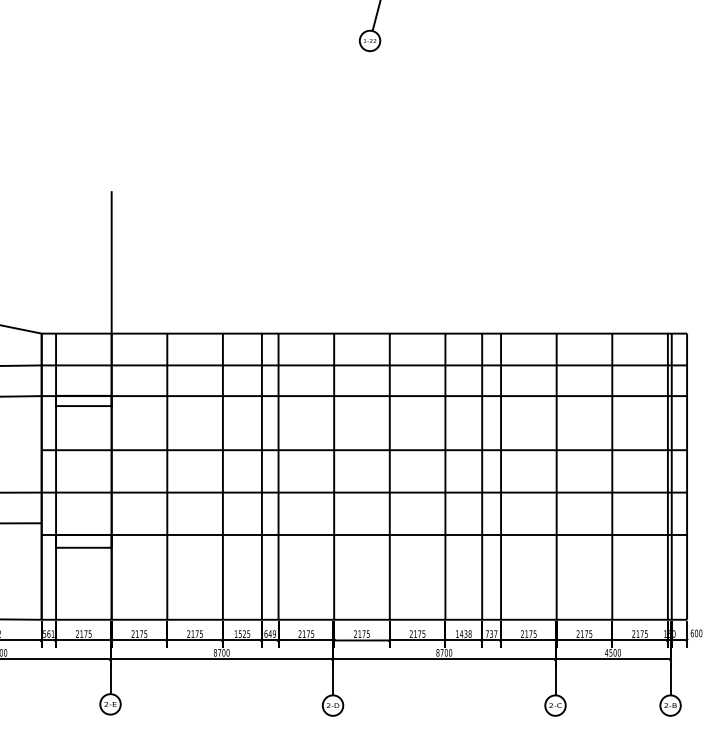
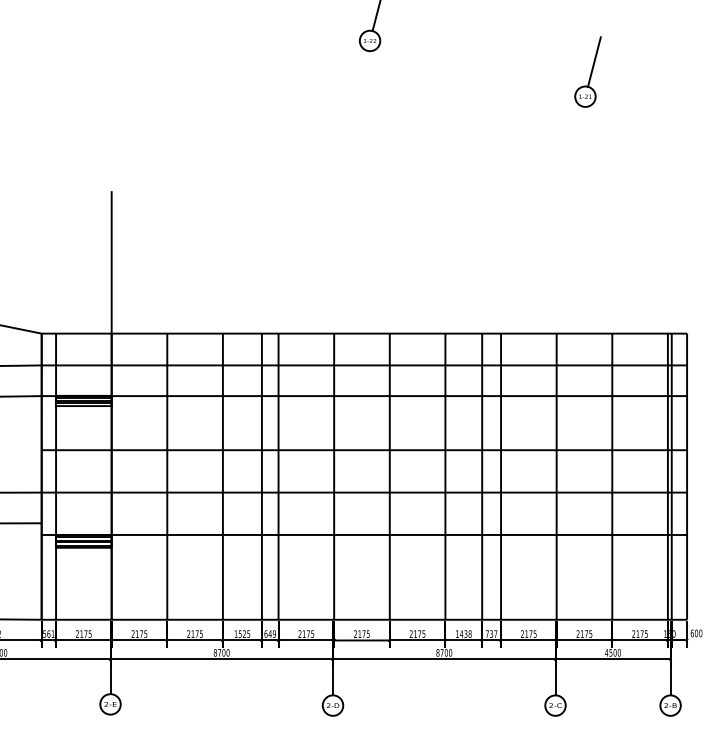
part at (587, 71): none -> present
hatch at (83, 399): none -> present
hatch at (83, 540): none -> present
